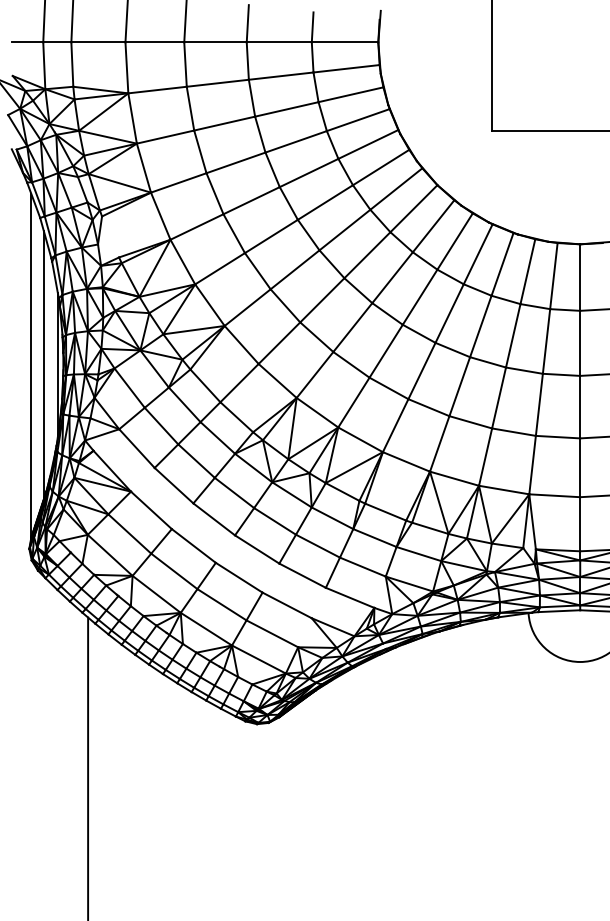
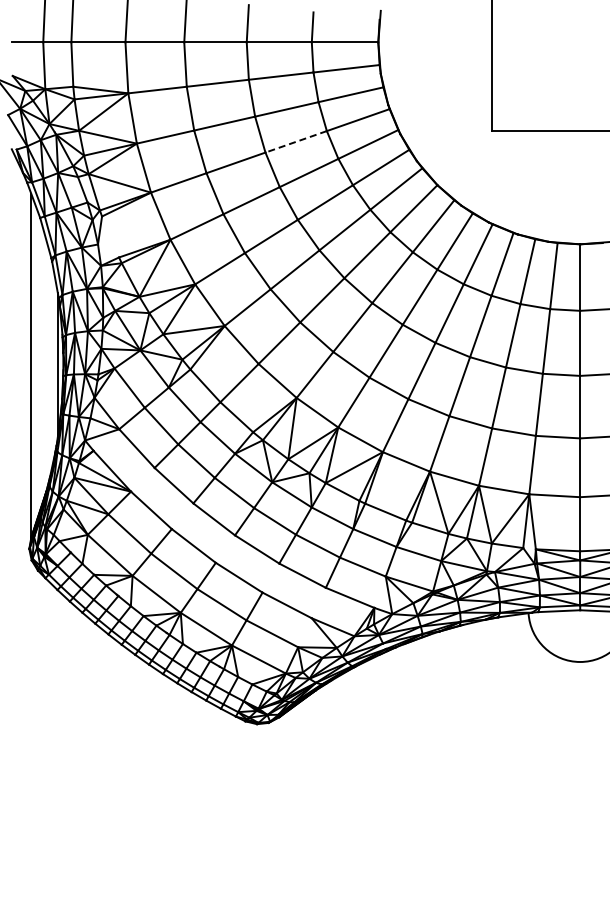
line at (296, 141): solid -> dashed
line at (43, 365): present -> none
line at (88, 767): present -> none
